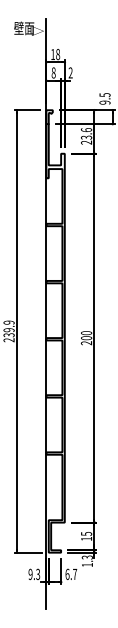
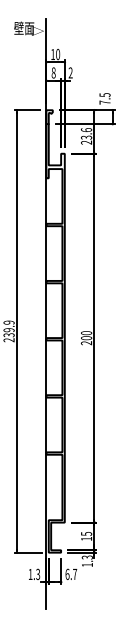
text at (58, 54): 18 -> 10
text at (104, 102): 9.5 -> 7.5
text at (30, 574): 9.3 -> 1.3
